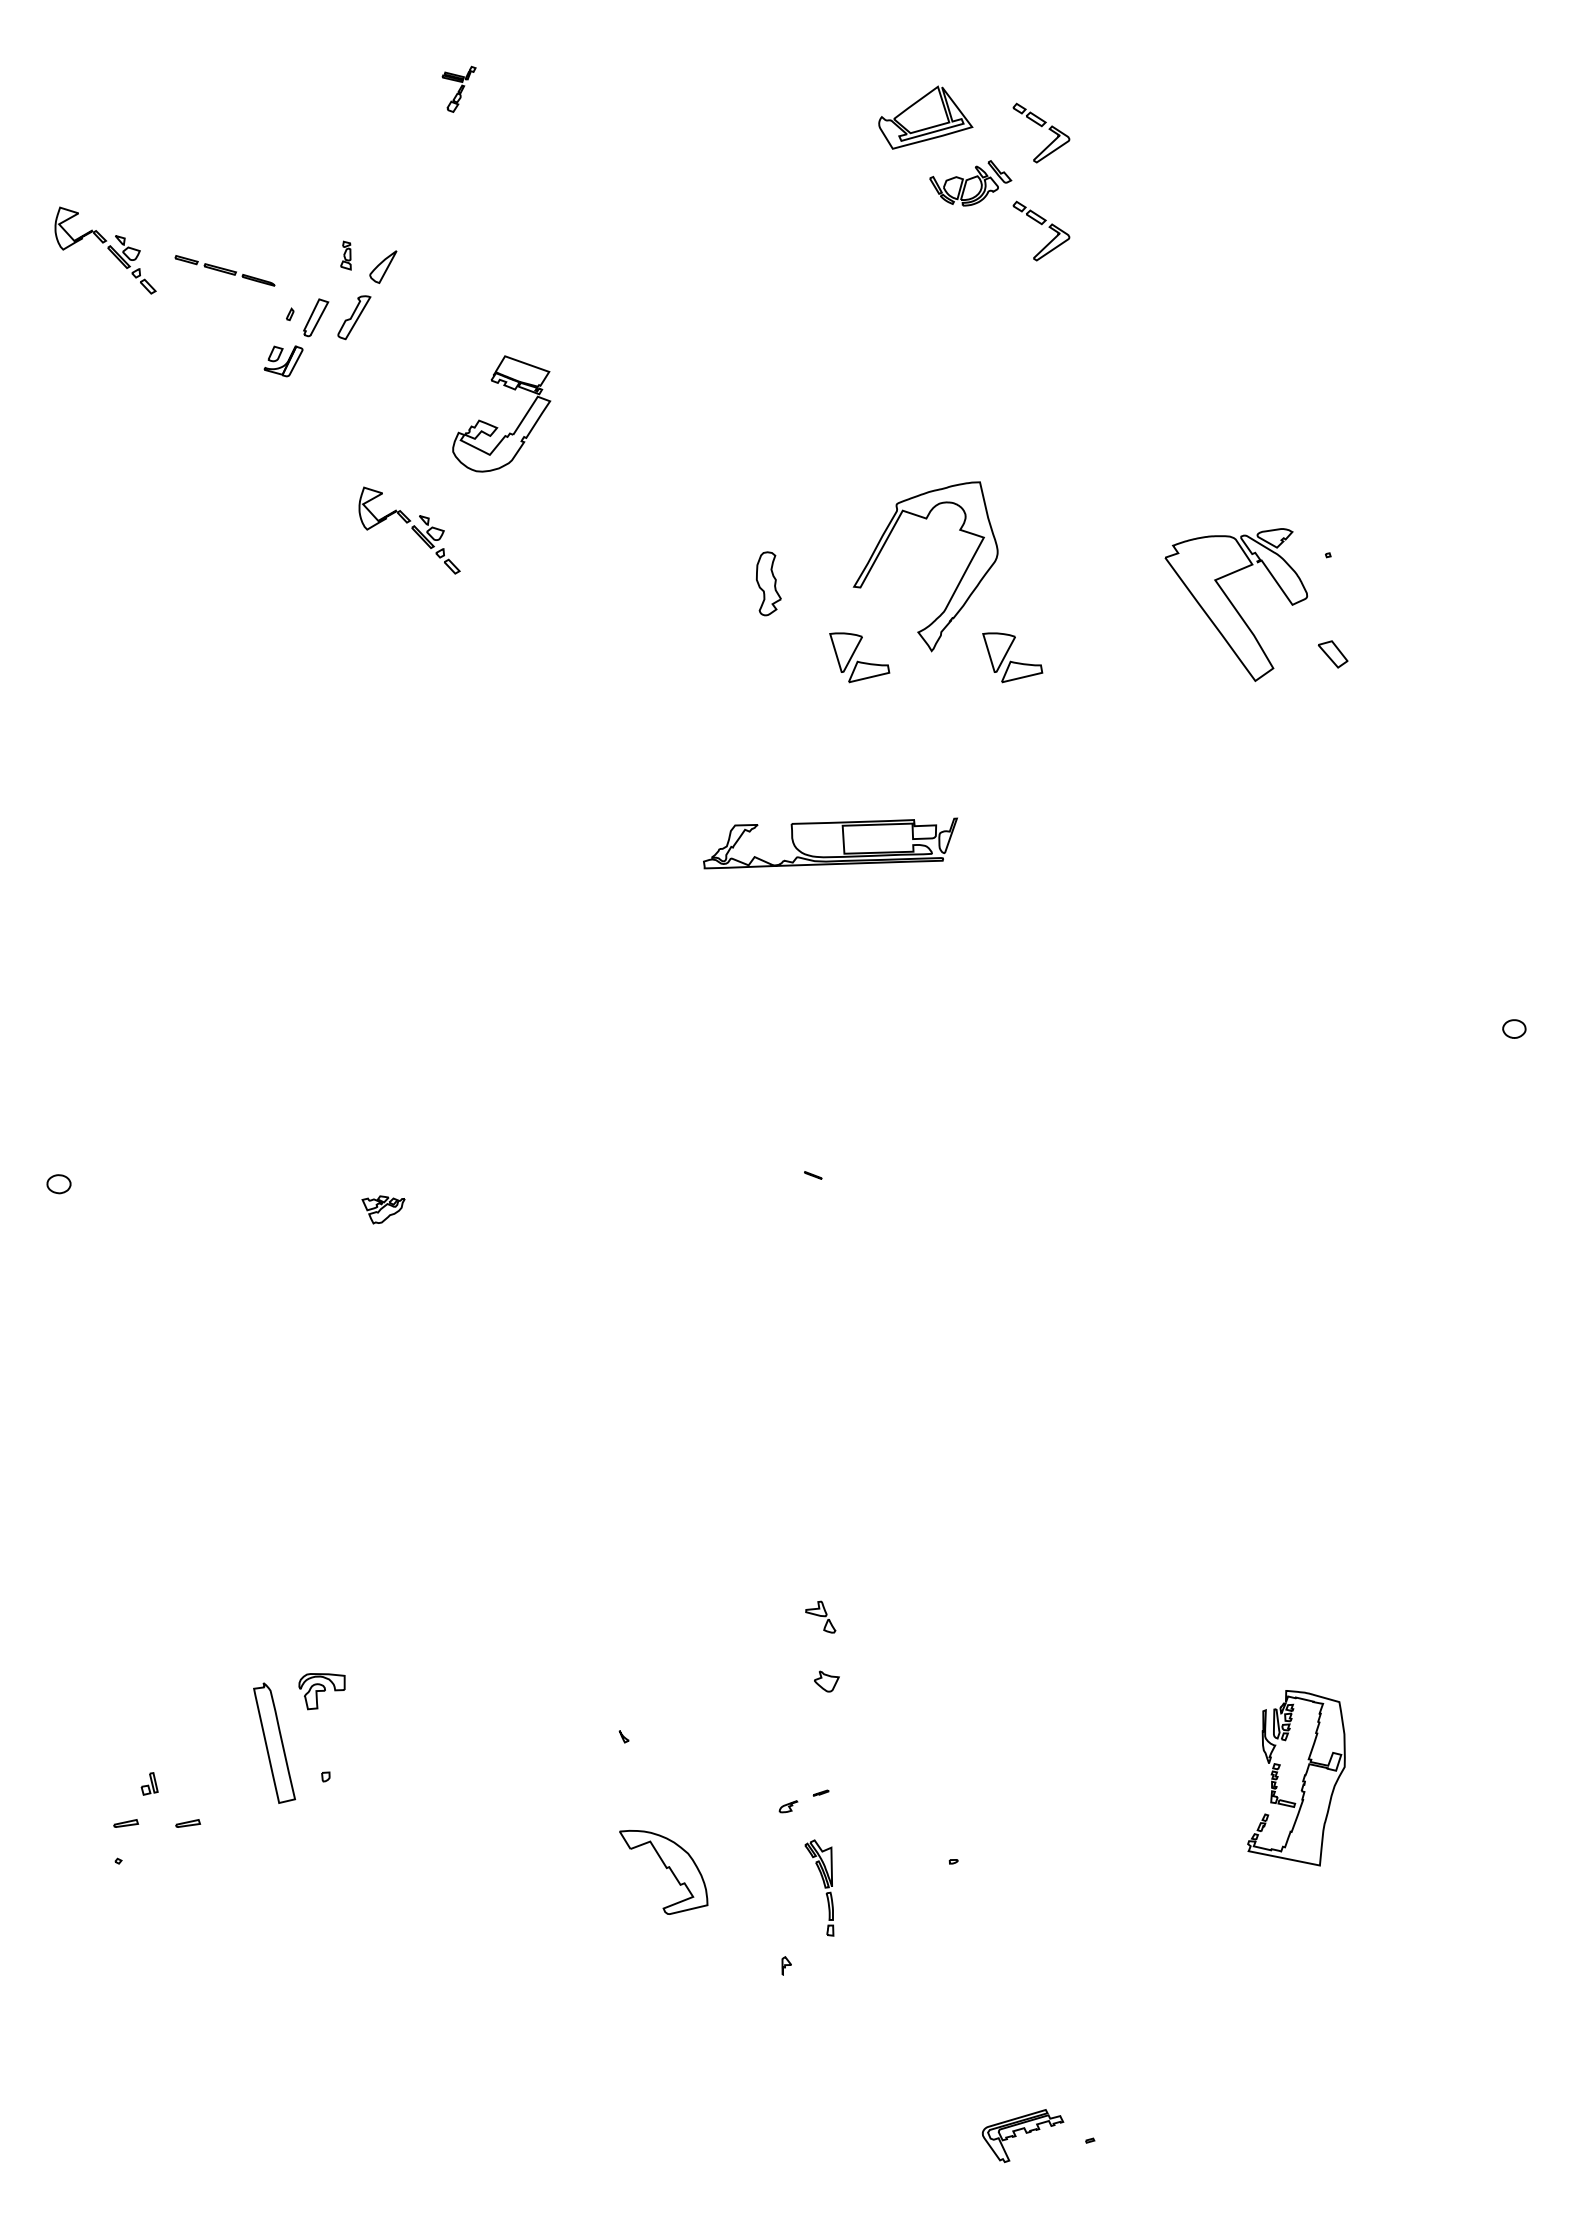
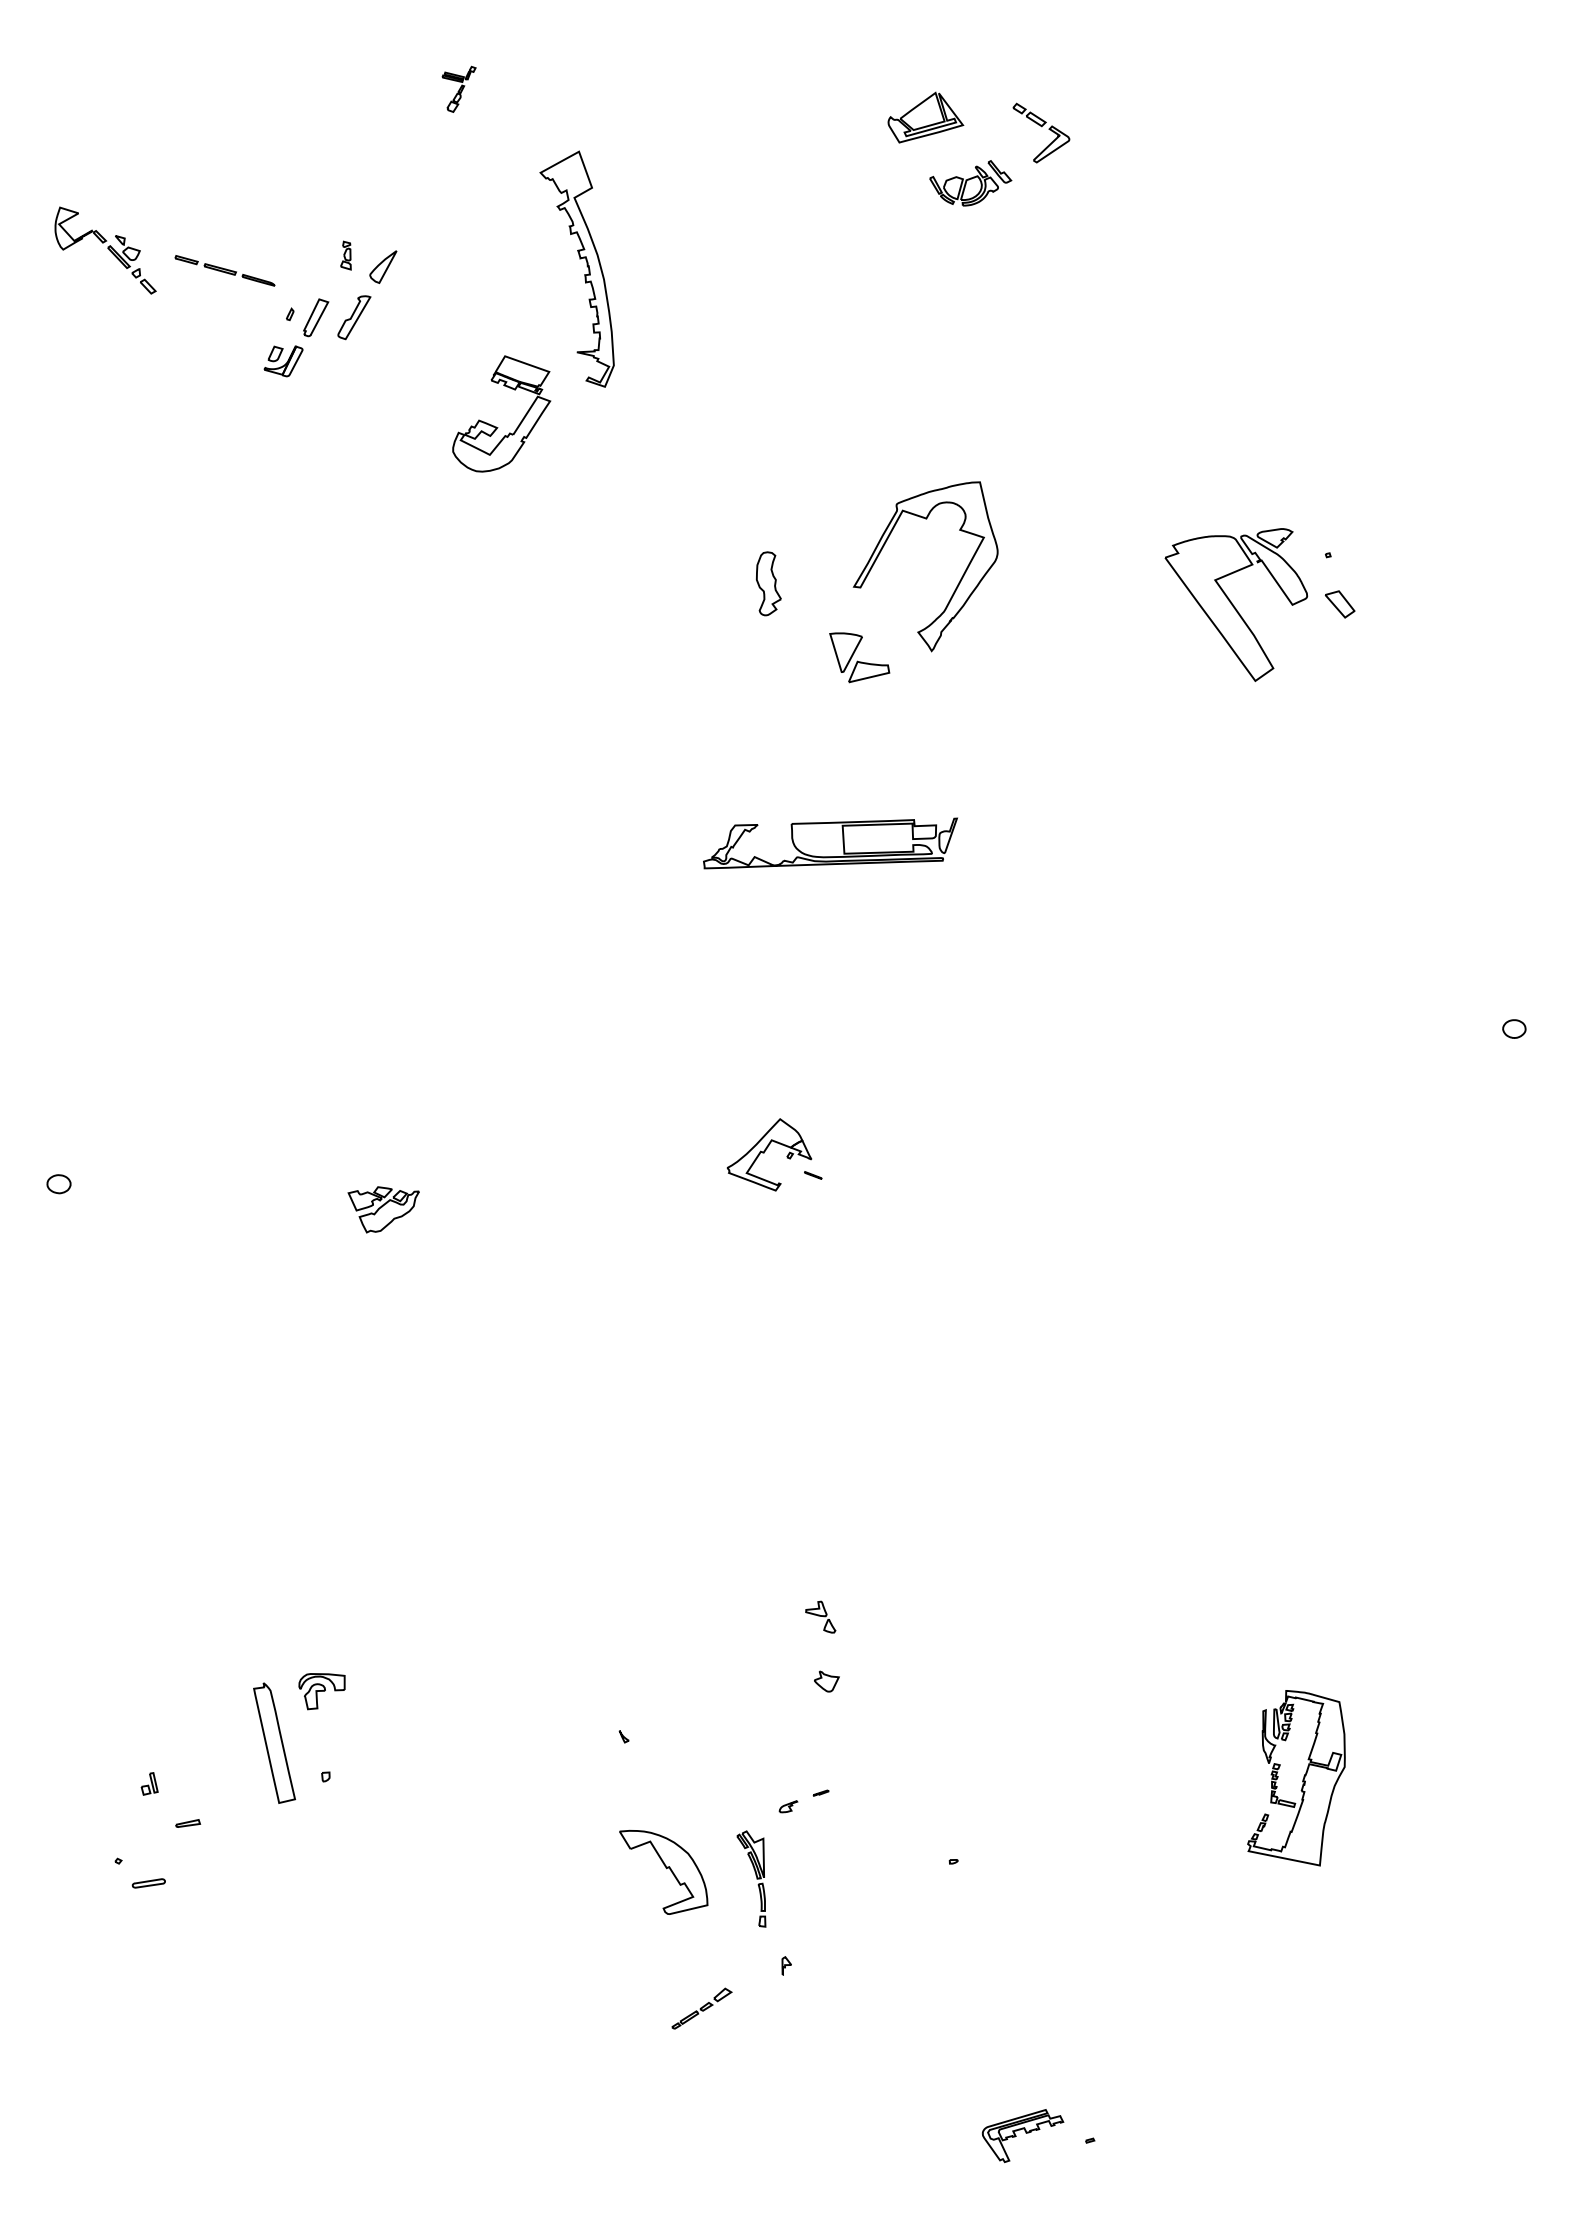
part at (925, 117) size: 96x65 px -> 78x53 px
part at (1041, 230): present -> none
part at (579, 259): none -> present
part at (409, 530): present -> none
part at (1332, 654) position: (1332, 654) -> (1339, 604)
part at (1012, 657): present -> none
part at (769, 1154): none -> present
part at (383, 1209) size: 45x30 px -> 73x48 px
part at (126, 1823): present -> none
part at (148, 1883): none -> present
part at (819, 1887) position: (819, 1887) -> (751, 1878)
part at (701, 2008): none -> present
